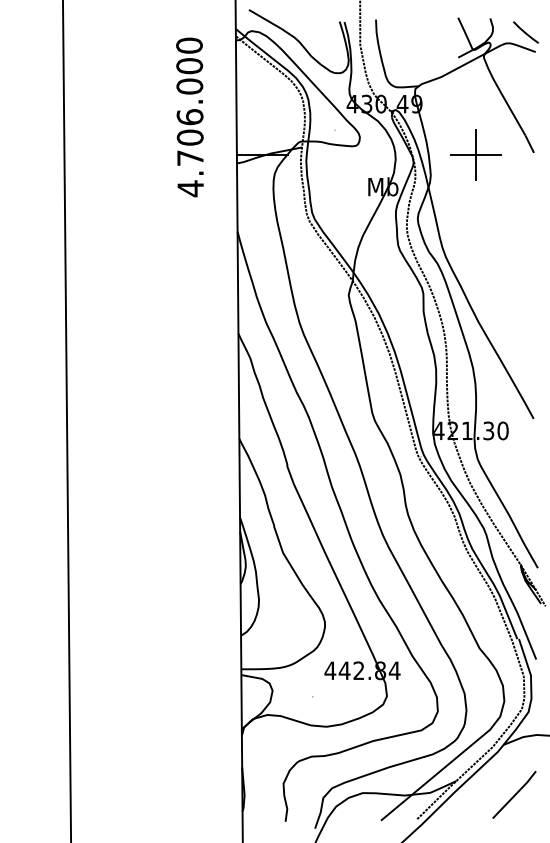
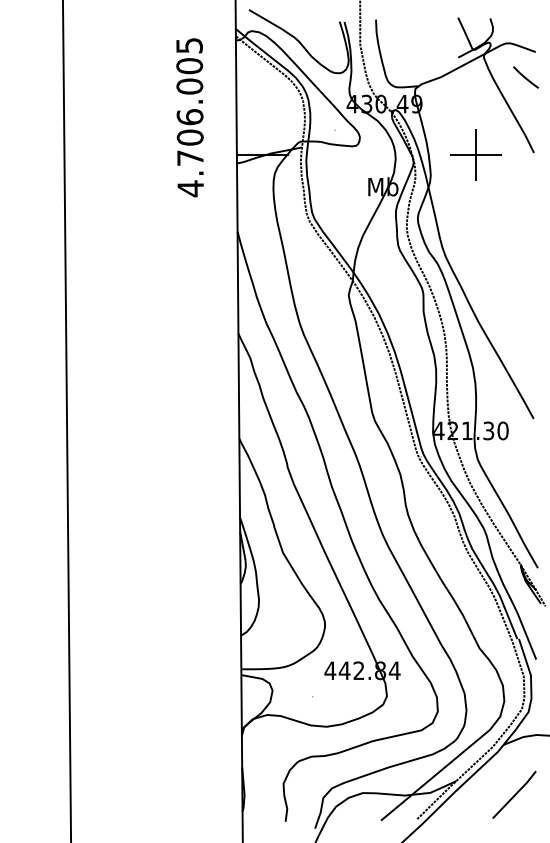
line at (525, 32) position: (525, 32) -> (525, 77)
text at (189, 45): 4.706.000 -> 4.706.005
